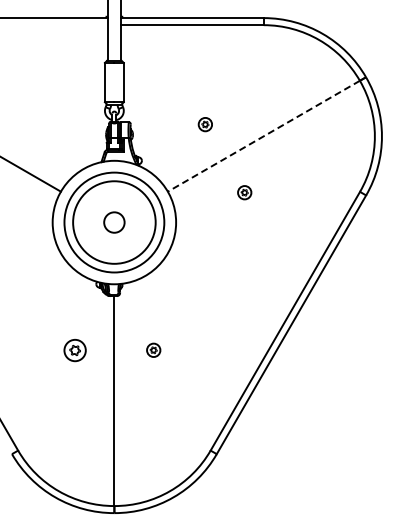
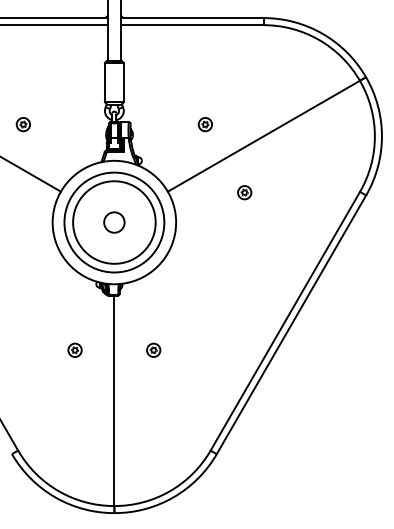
line at (55, 25): none -> present
part at (22, 124): none -> present
line at (263, 136): dashed -> solid
part at (74, 350) size: 24x24 px -> 16x16 px
